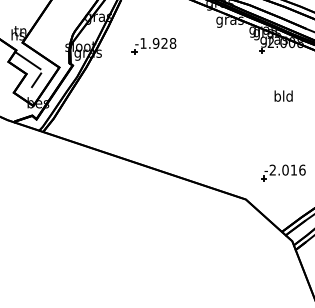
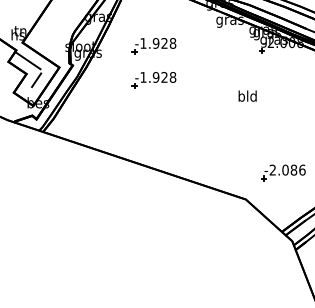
part at (153, 80): none -> present
text at (283, 95) position: (283, 95) -> (247, 95)
text at (293, 169): -2.016 -> -2.086
